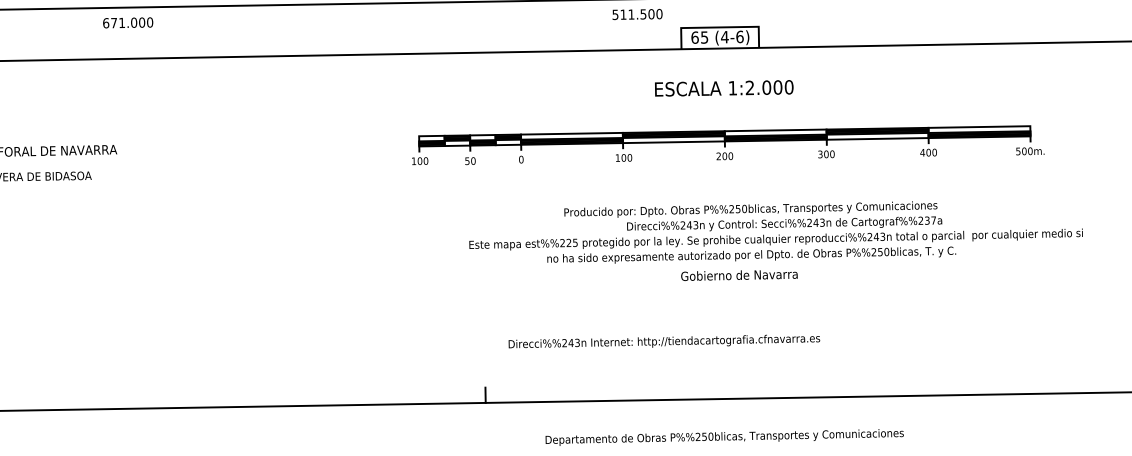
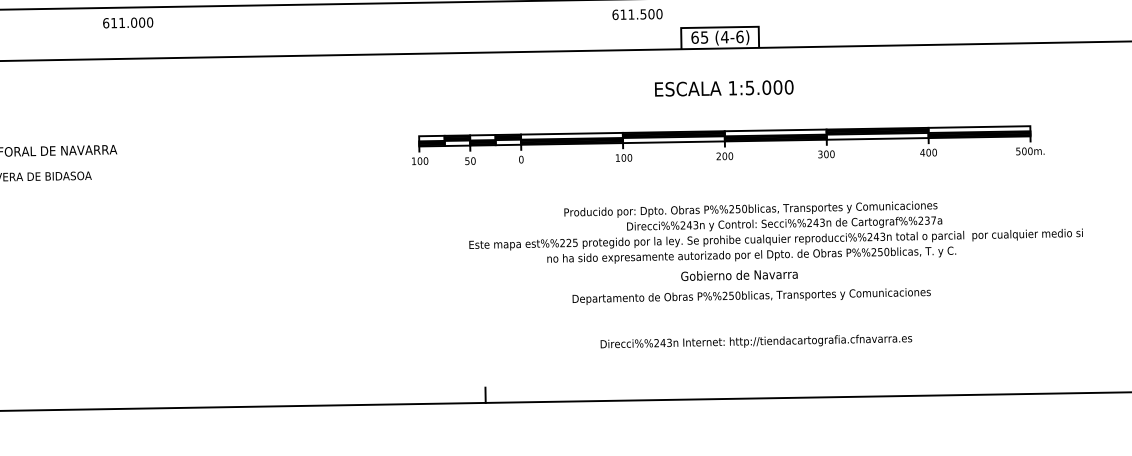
text at (615, 14): 511.500 -> 611.500
text at (113, 23): 671.000 -> 611.000
text at (749, 87): 1:2.000 -> 1:5.000
text at (664, 341) position: (664, 341) -> (756, 341)
text at (724, 437) position: (724, 437) -> (751, 296)
